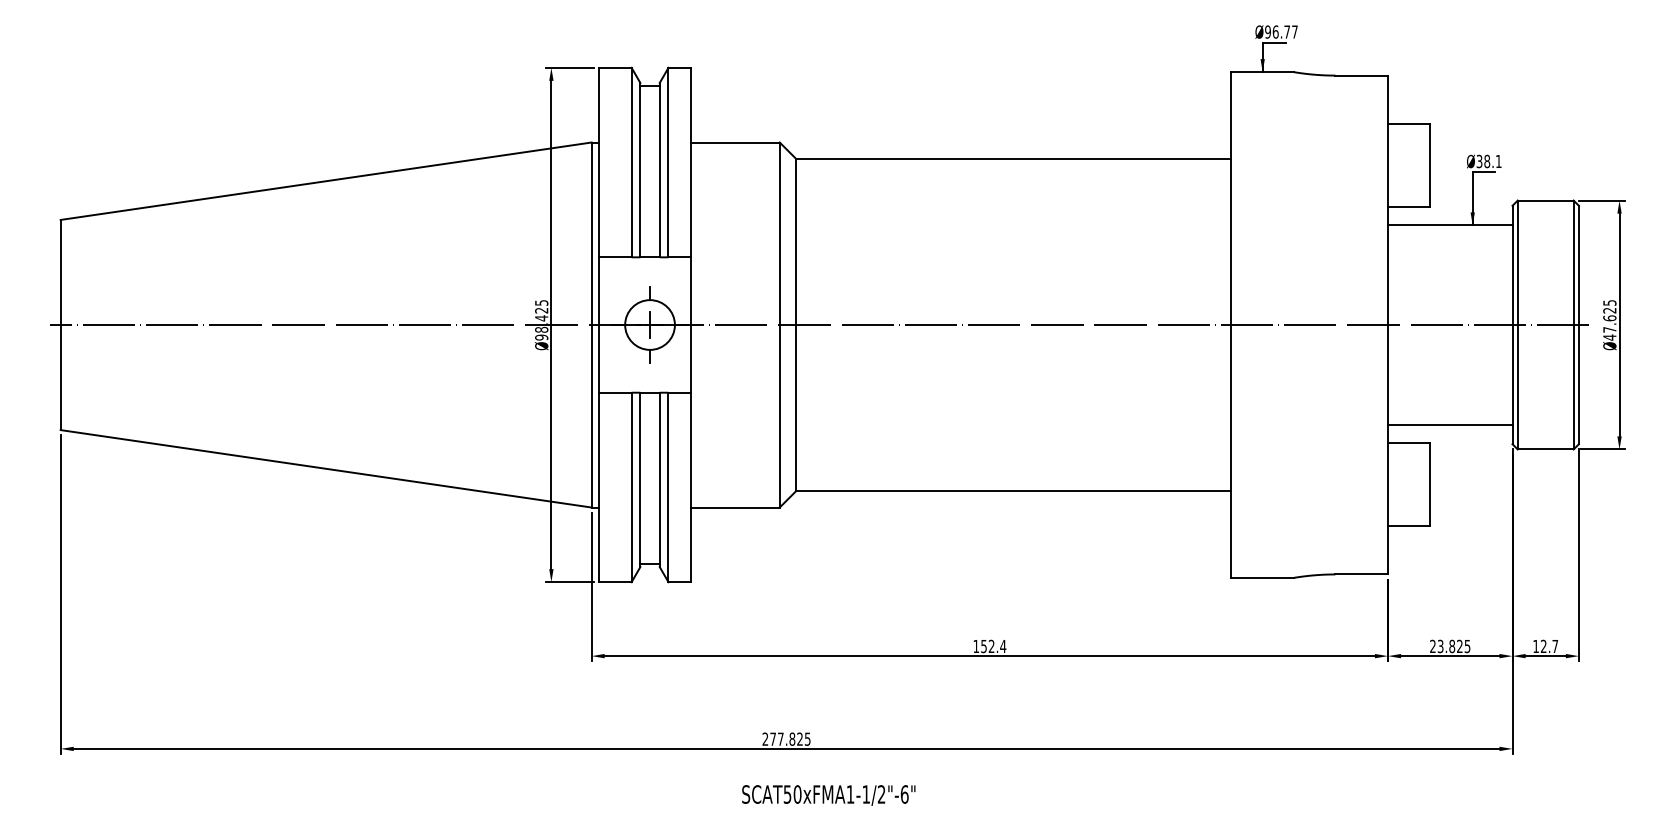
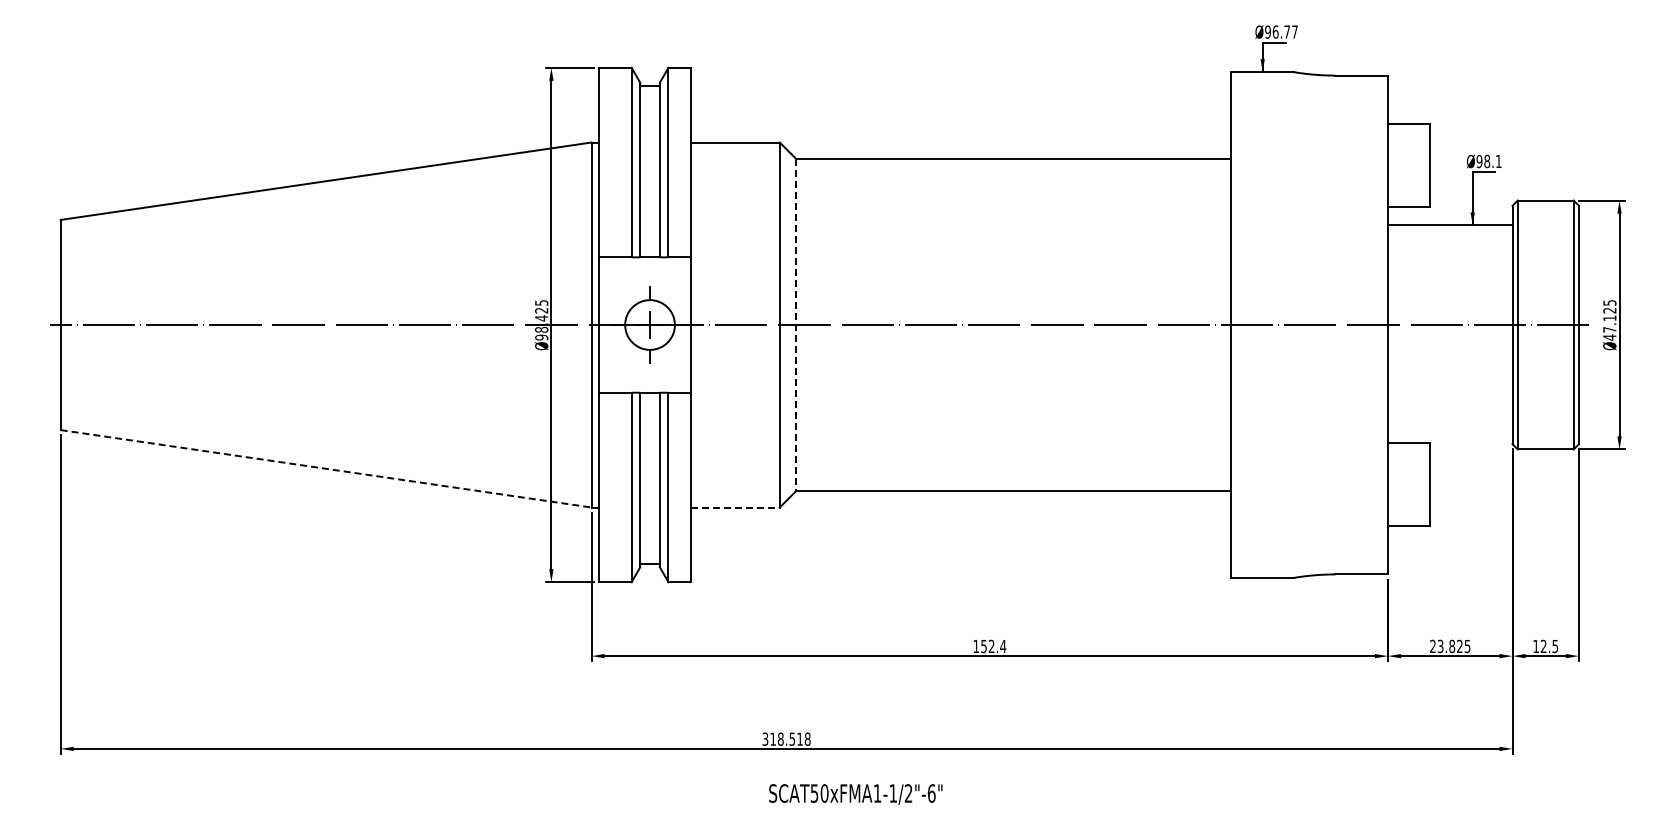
text at (1479, 161): Ø38.1 -> Ø98.1
text at (1609, 318): Ø47.625 -> Ø47.125
line at (796, 325): solid -> dashed
line at (1450, 424): present -> none
line at (326, 468): solid -> dashed
line at (735, 507): solid -> dashed
text at (1555, 646): 12.7 -> 12.5
text at (786, 738): 277.825 -> 318.518
text at (828, 795) position: (828, 795) -> (855, 794)
